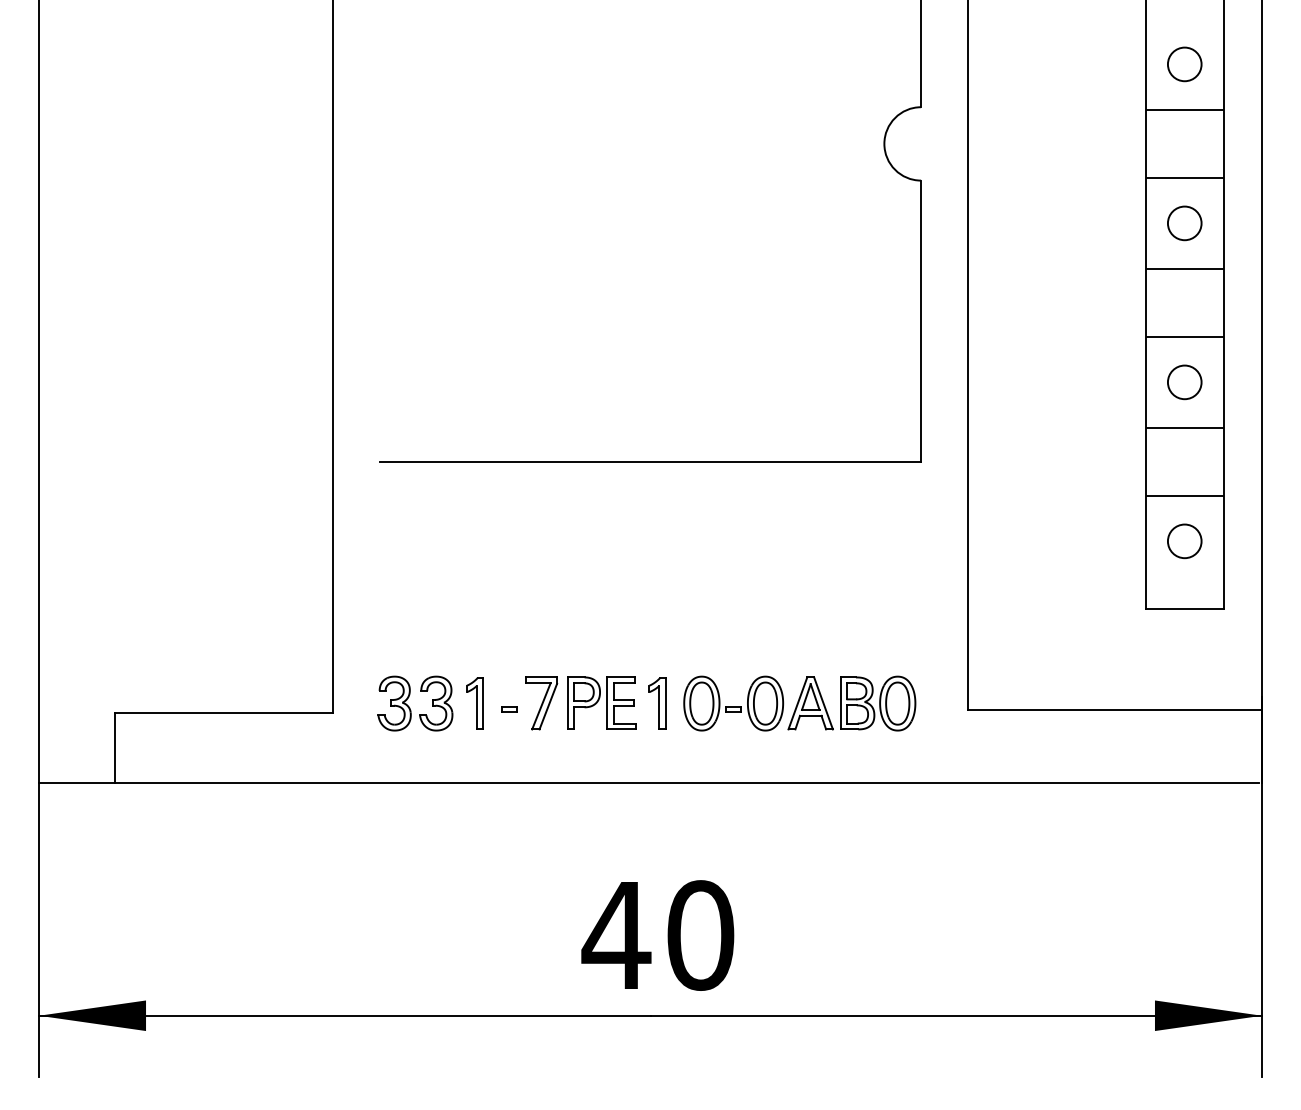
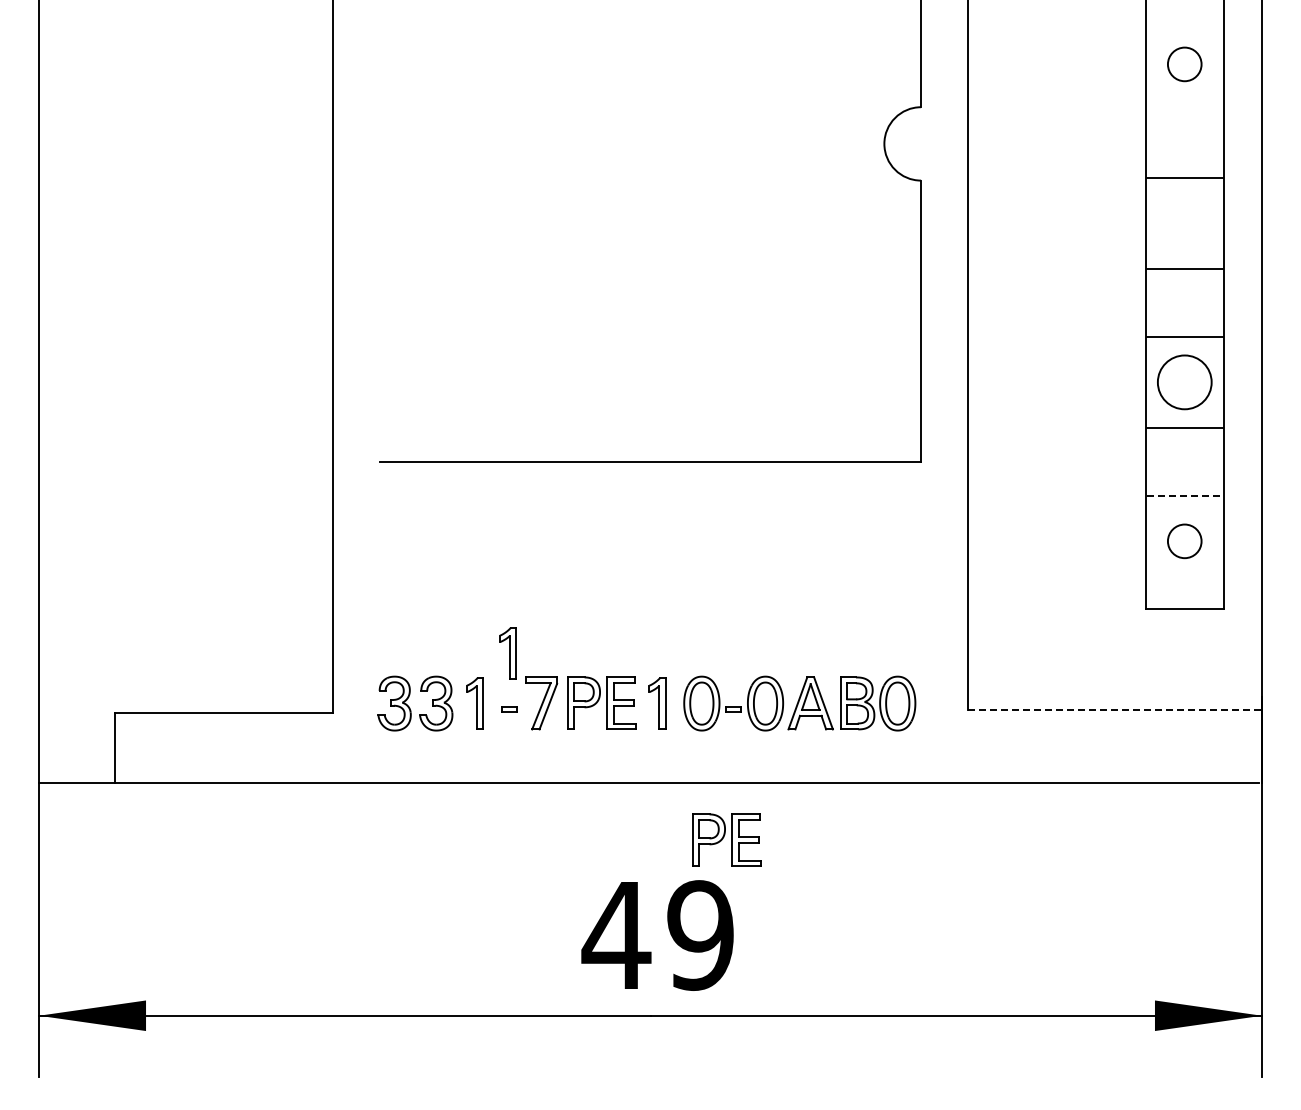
line at (1184, 110): present -> none
circle at (1184, 223): present -> none
circle at (1184, 382) diameter: 34 px -> 54 px
line at (1185, 495): solid -> dashed
part at (507, 653): none -> present
line at (1115, 709): solid -> dashed
part at (726, 839): none -> present
text at (700, 935): 40 -> 49
